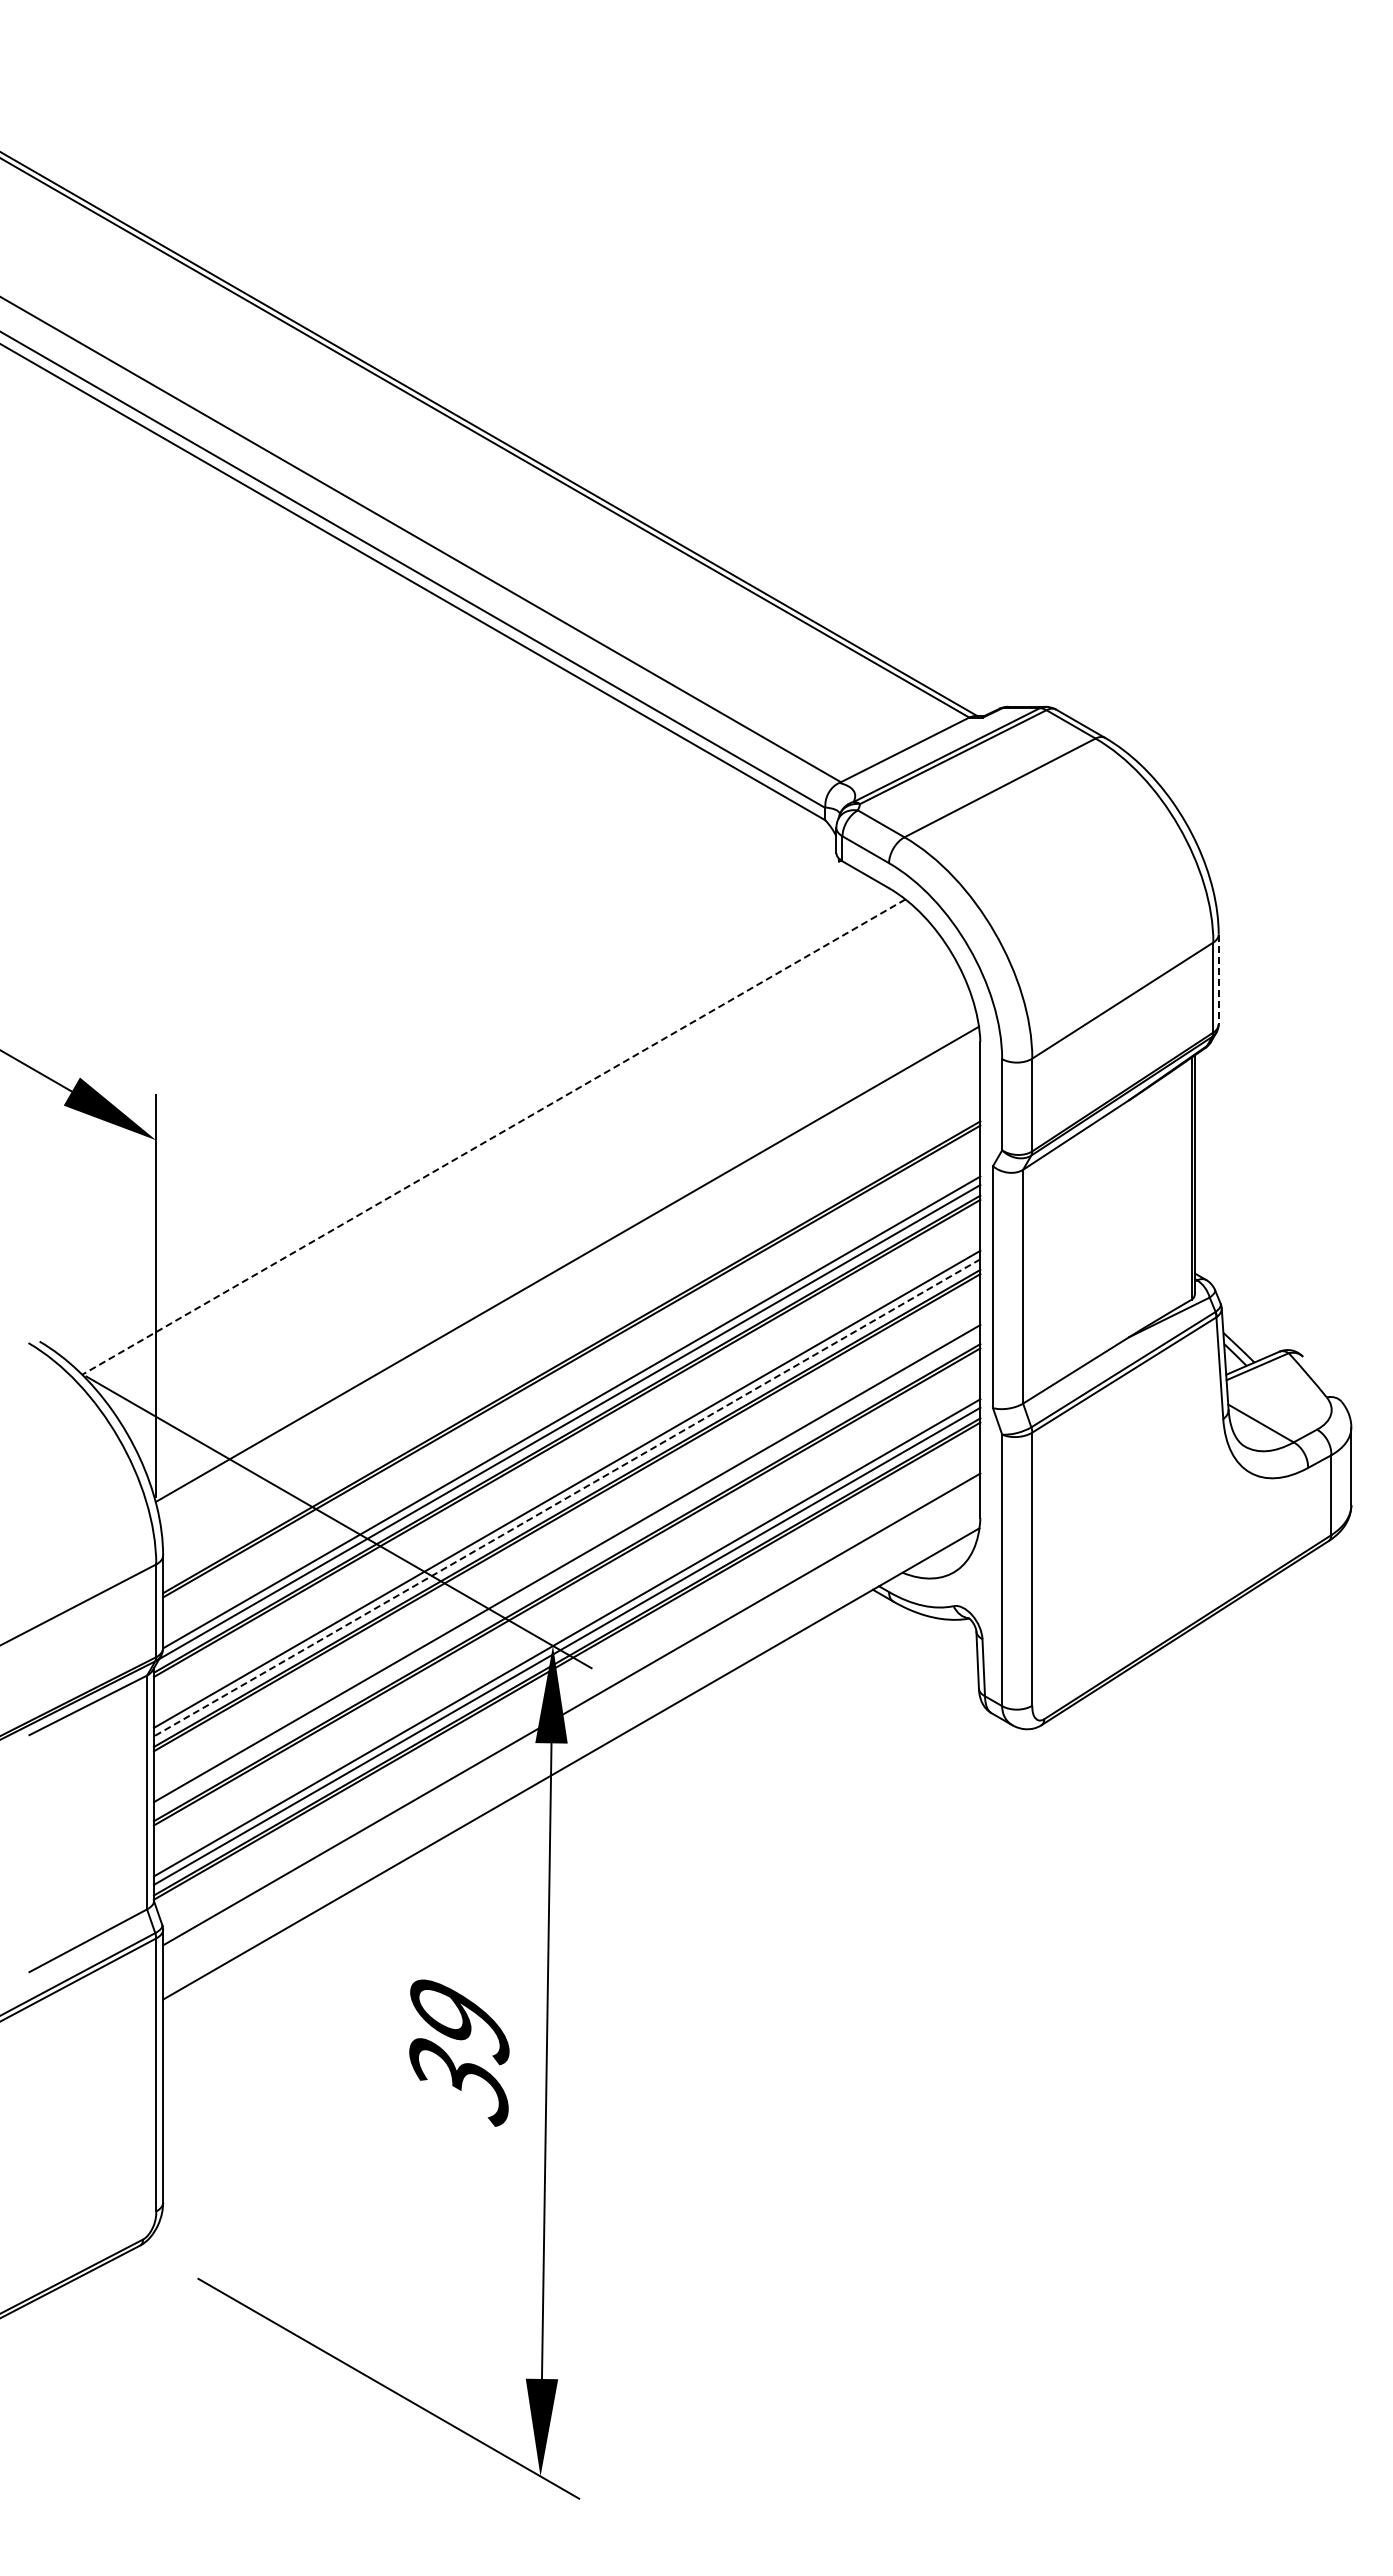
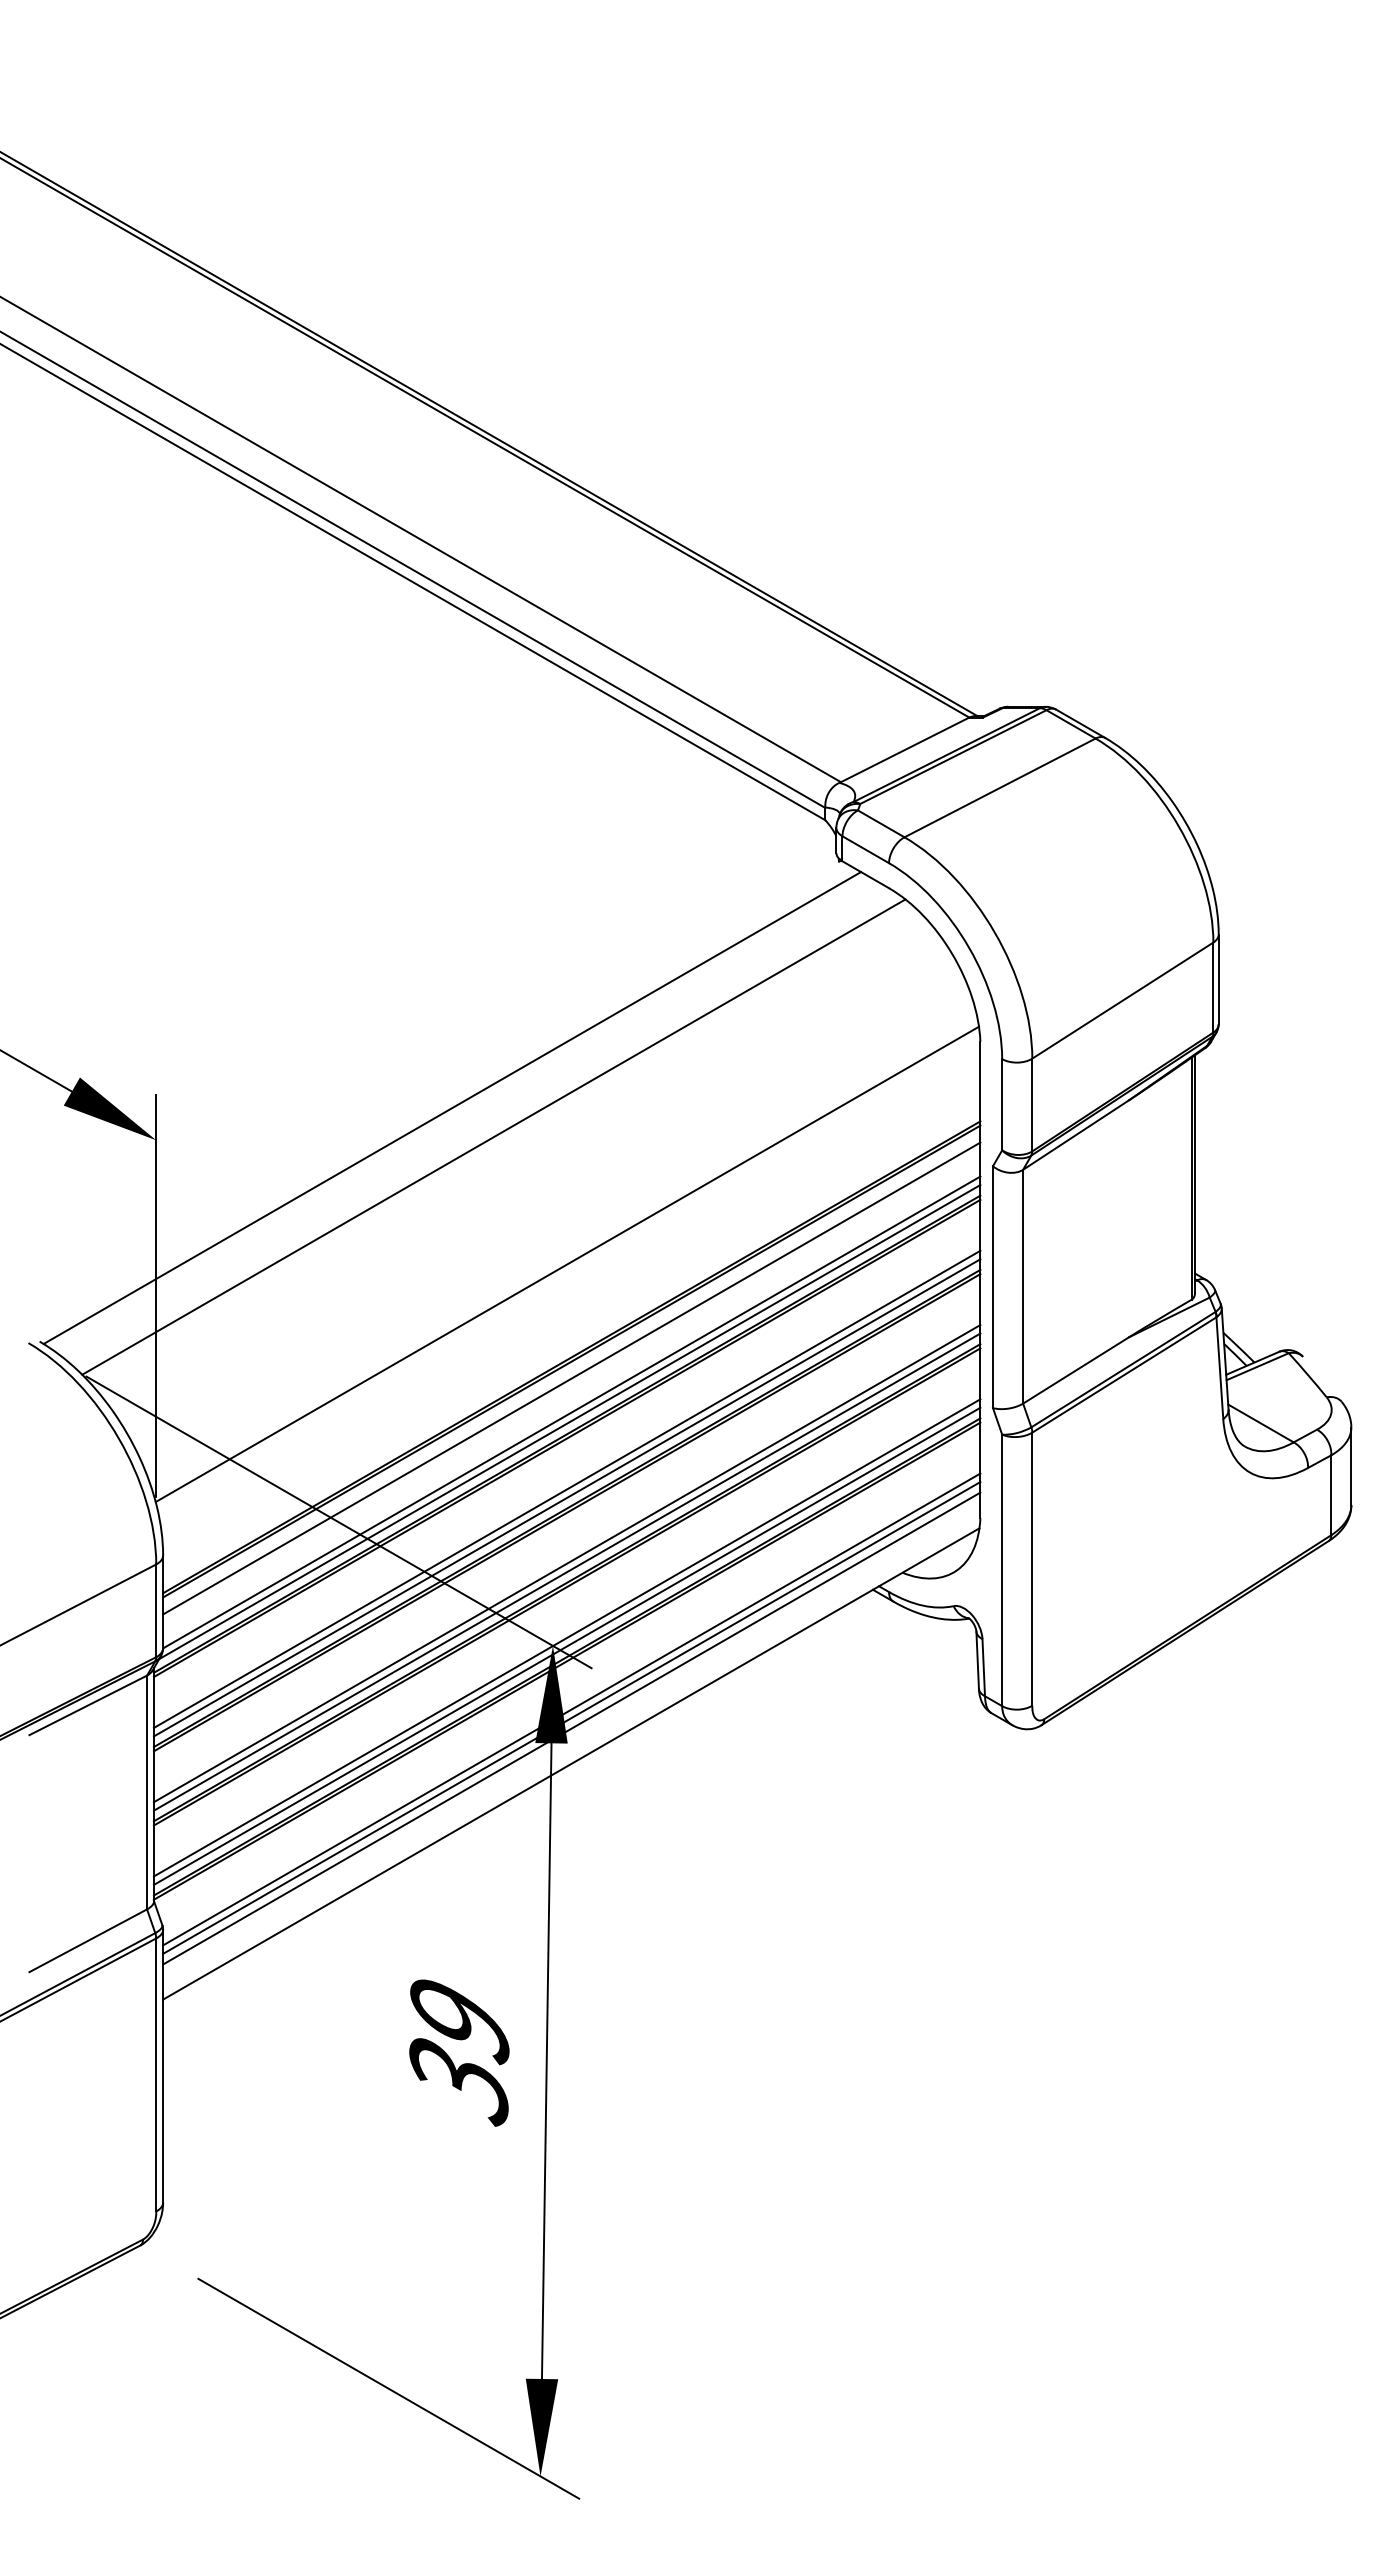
line at (1218, 979): dashed -> solid
line at (452, 1108): none -> present
line at (493, 1137): dashed -> solid
line at (571, 1378): none -> present
line at (566, 1498): dashed -> solid
line at (566, 1571): none -> present
line at (571, 1717): none -> present
line at (571, 1728): none -> present
